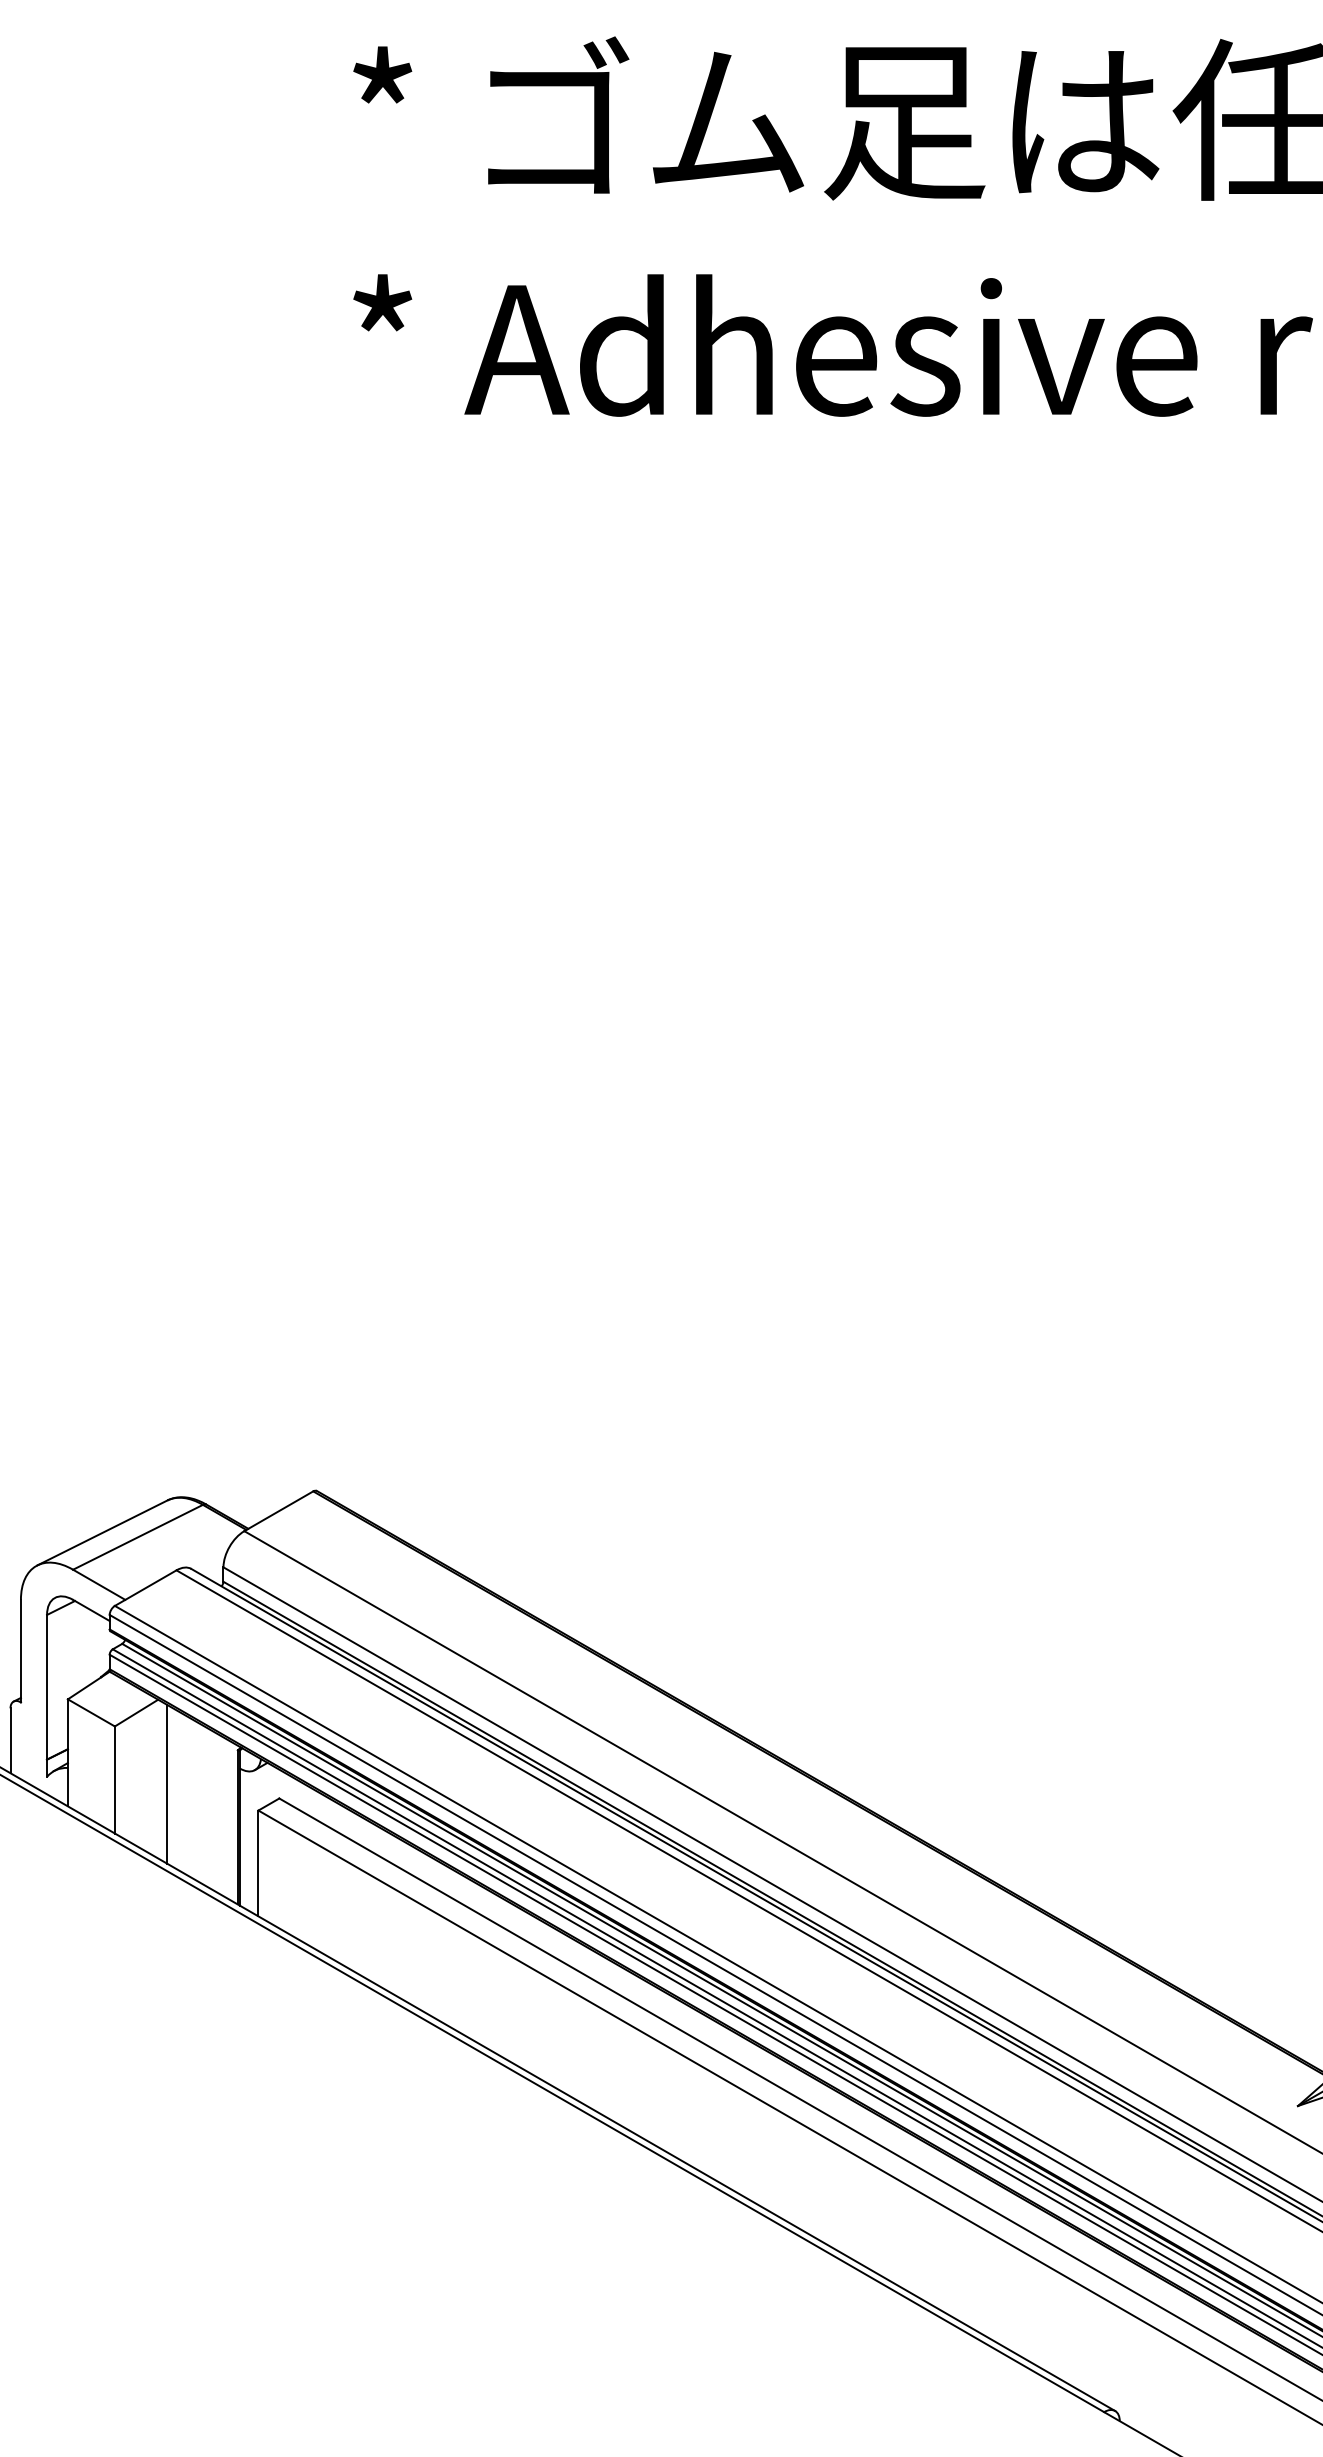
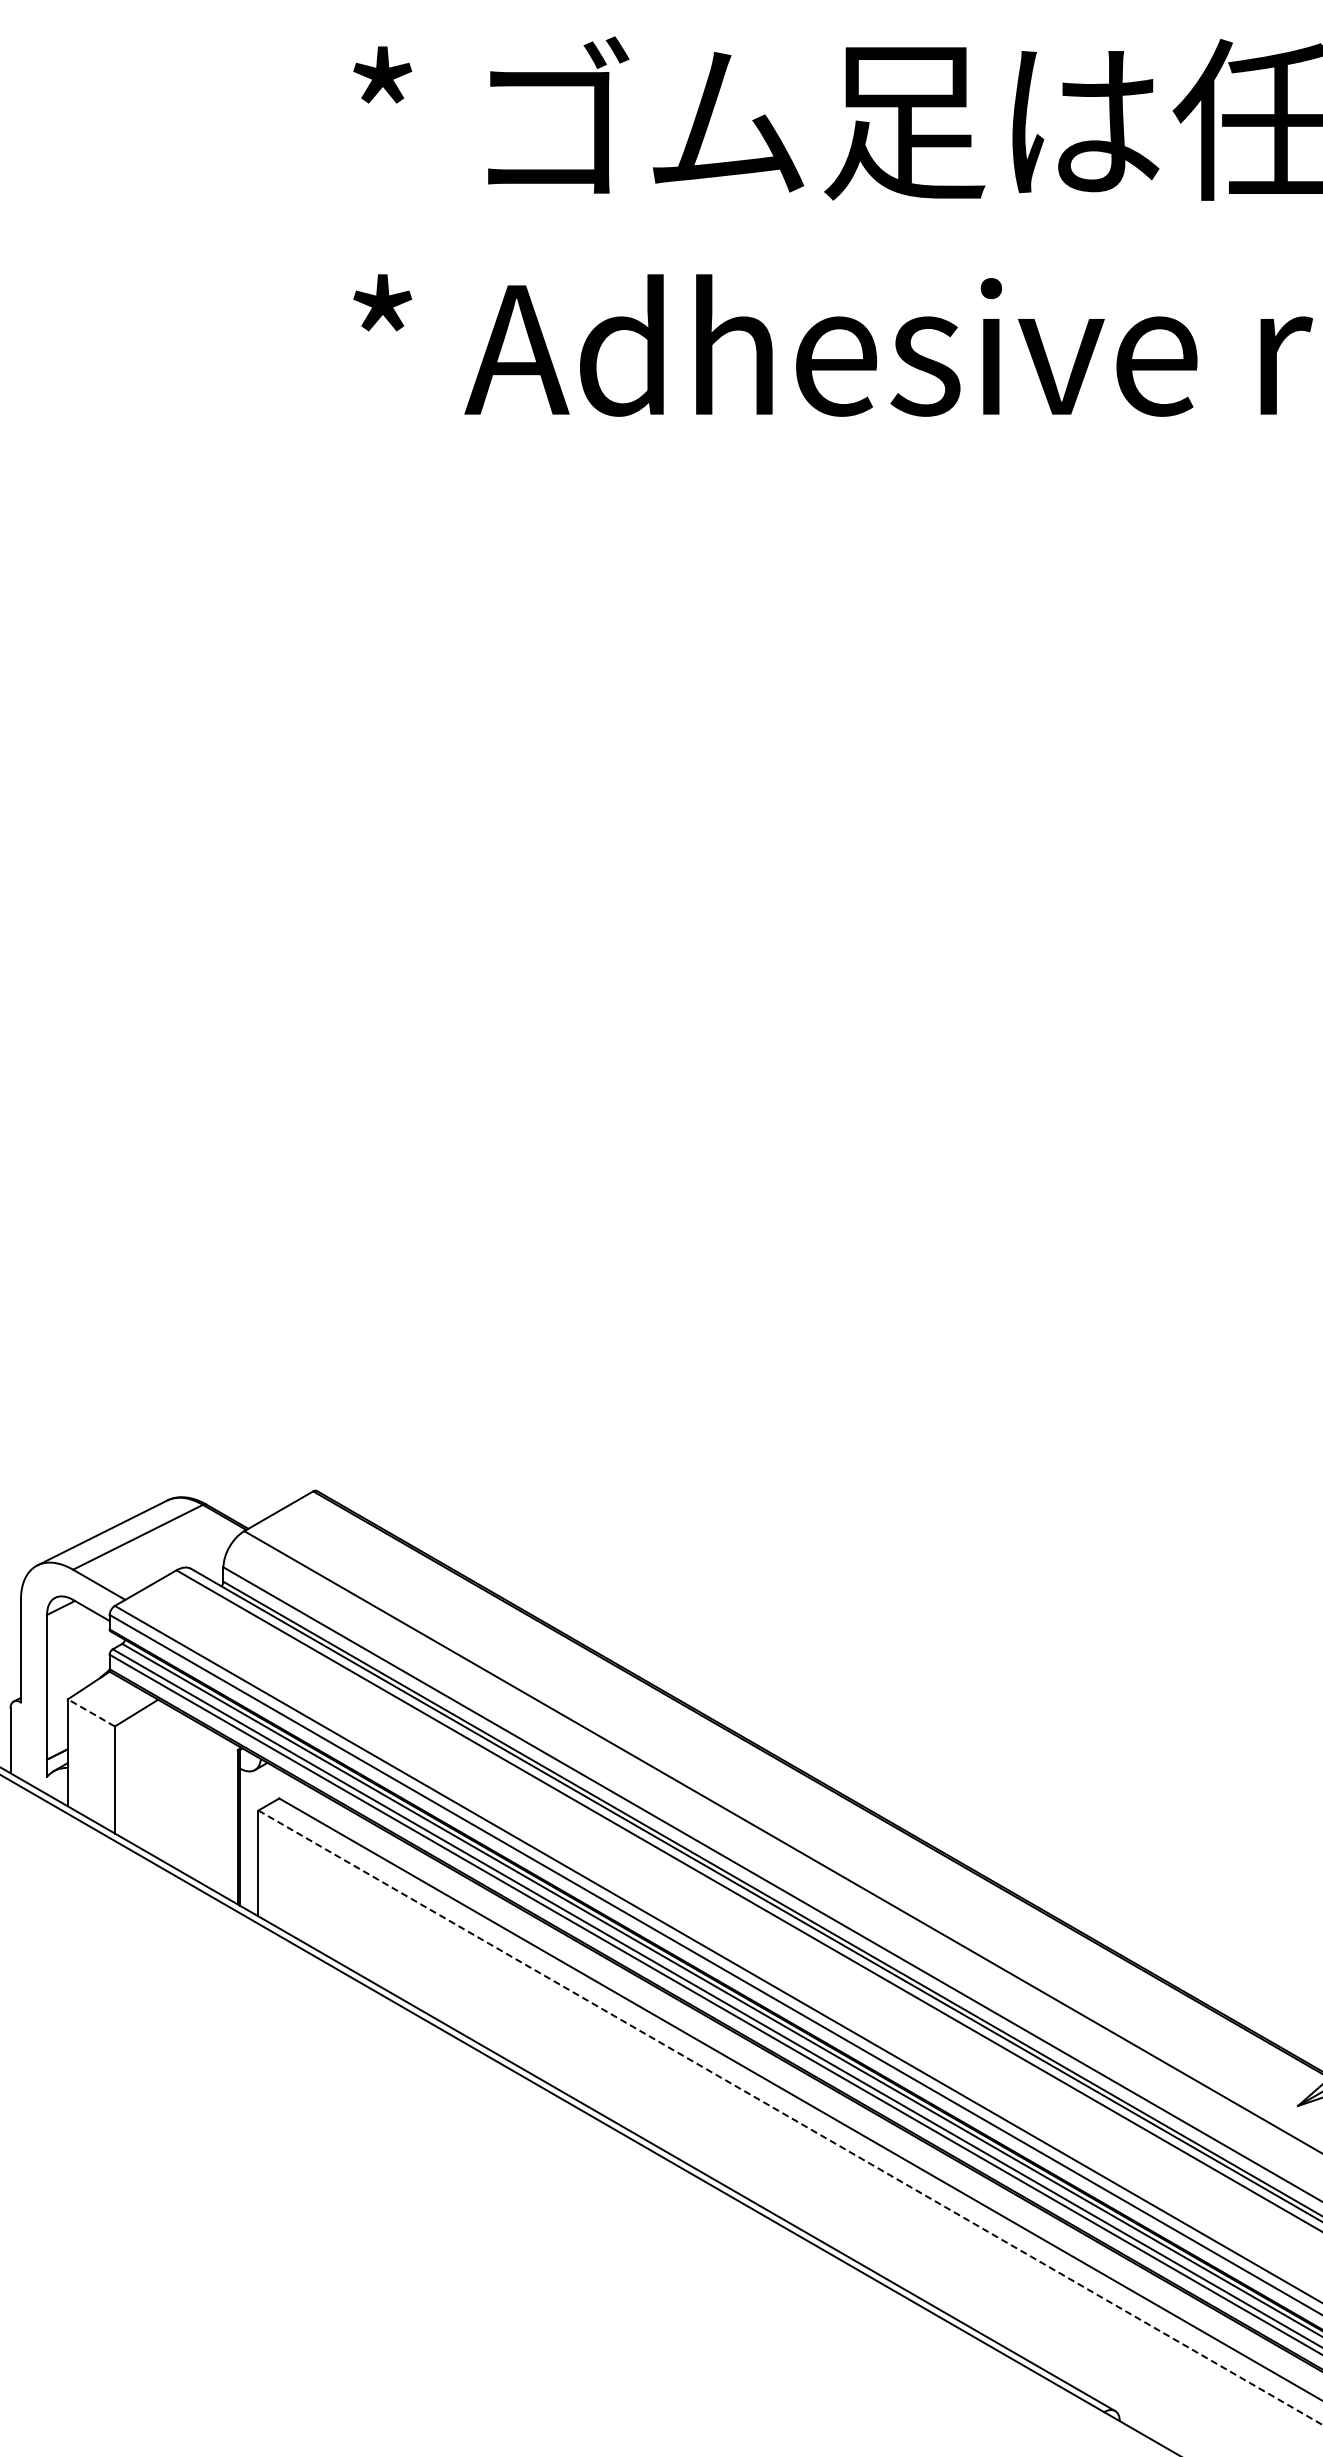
line at (90, 1712): solid -> dashed
line at (167, 1783): present -> none
line at (790, 2117): solid -> dashed
